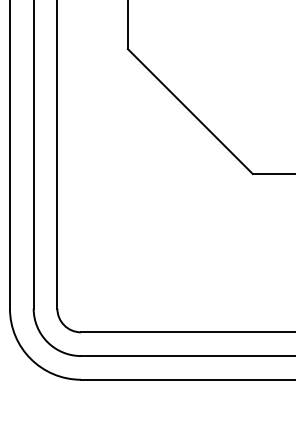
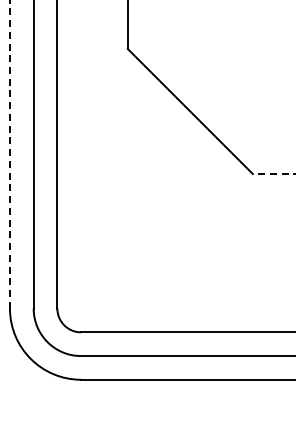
line at (9, 154): solid -> dashed
line at (273, 174): solid -> dashed
